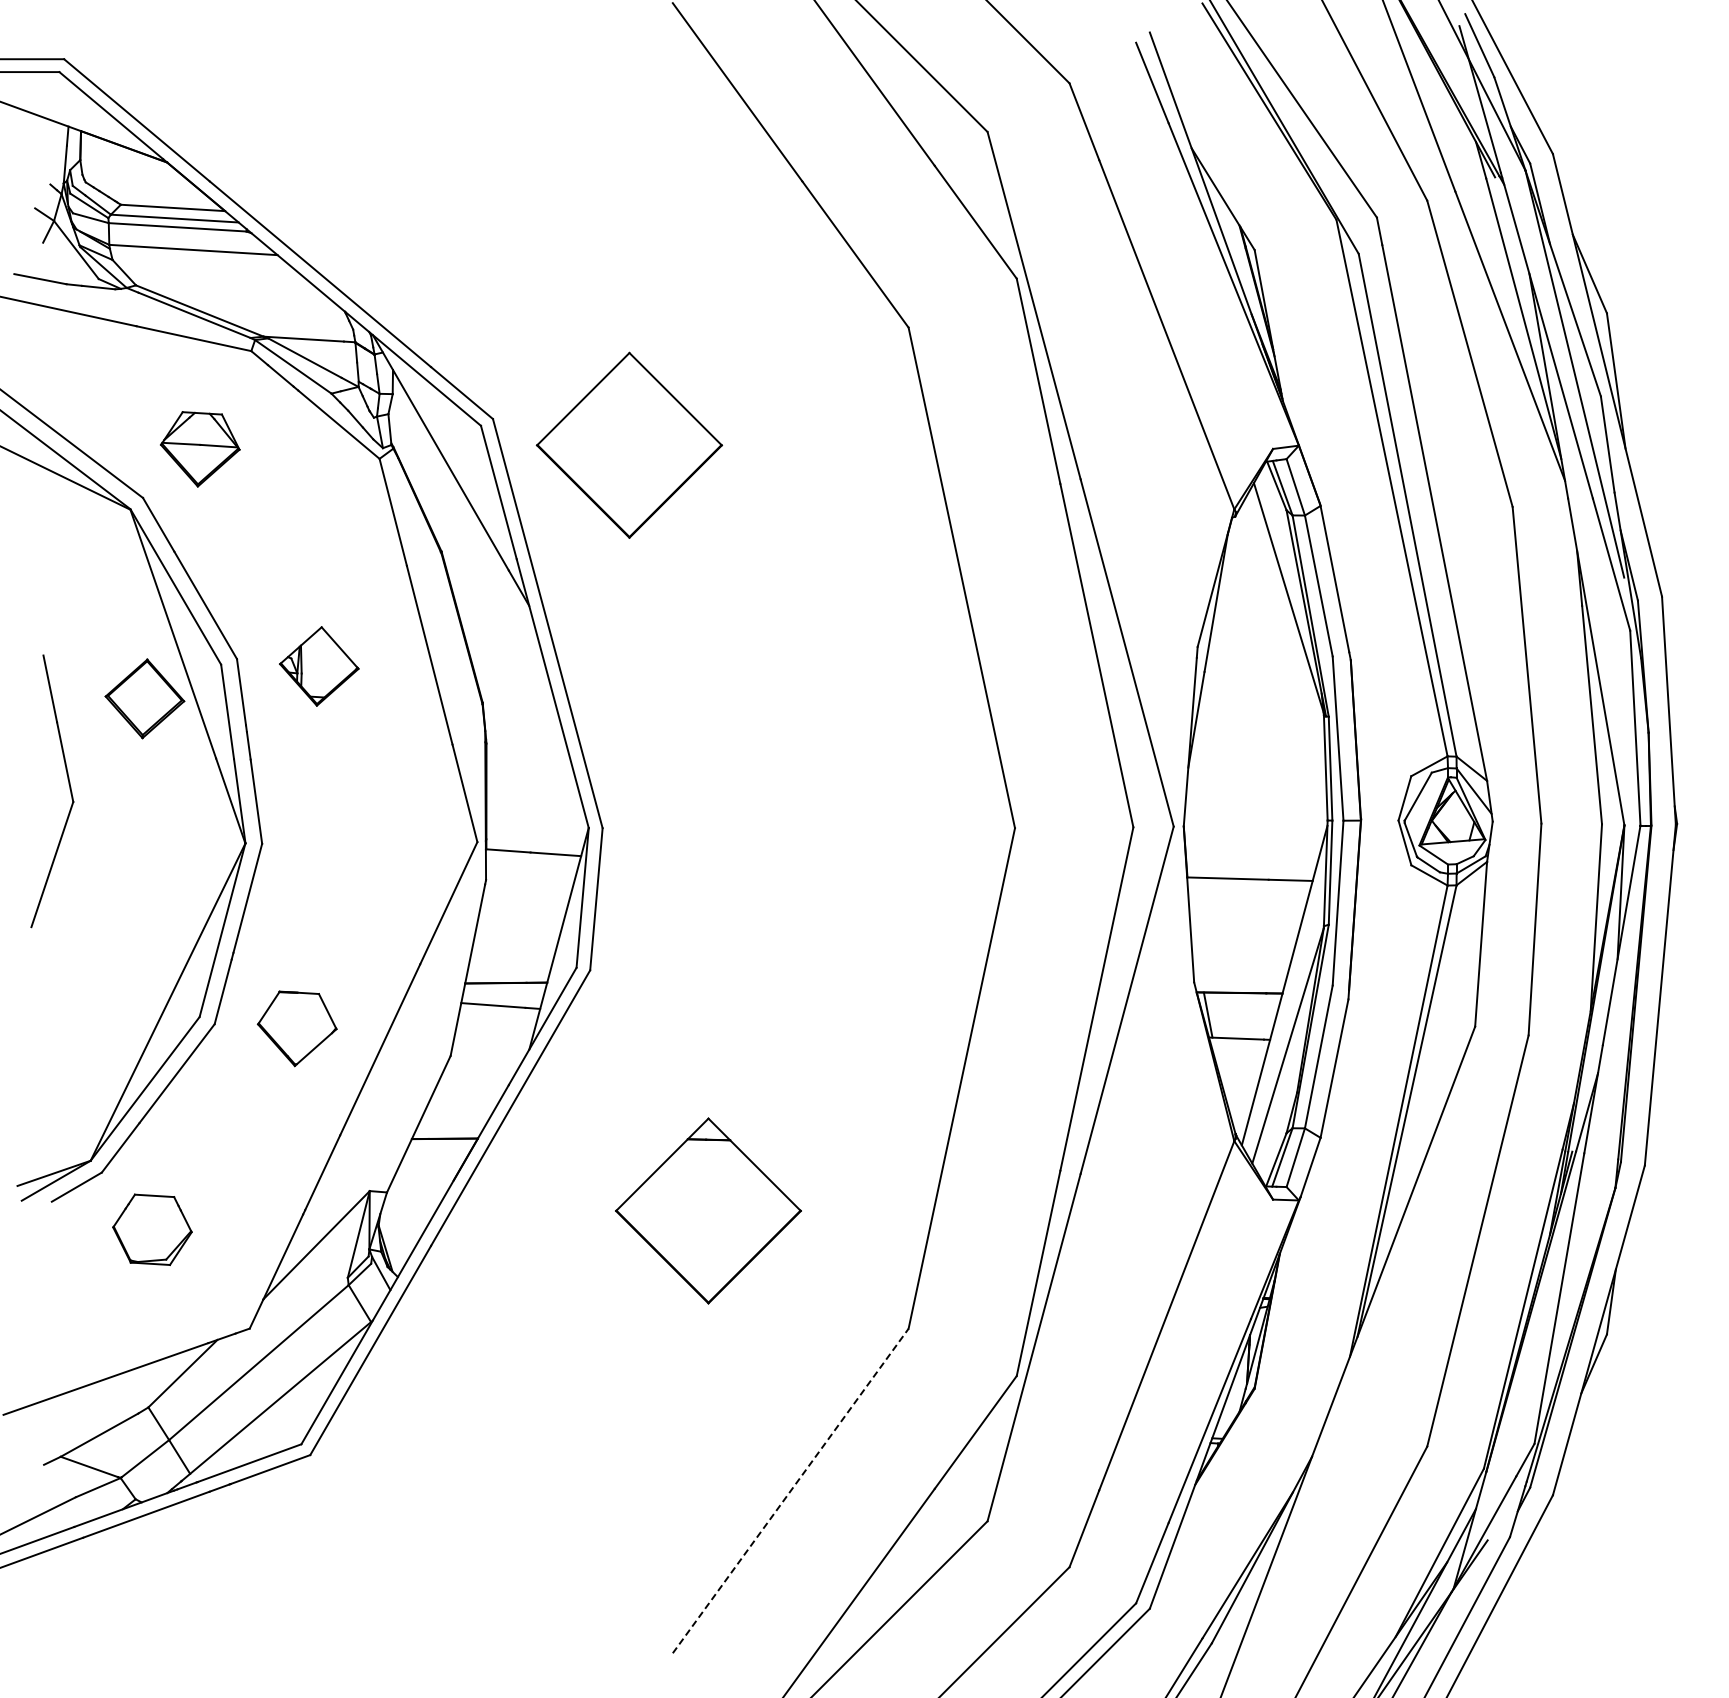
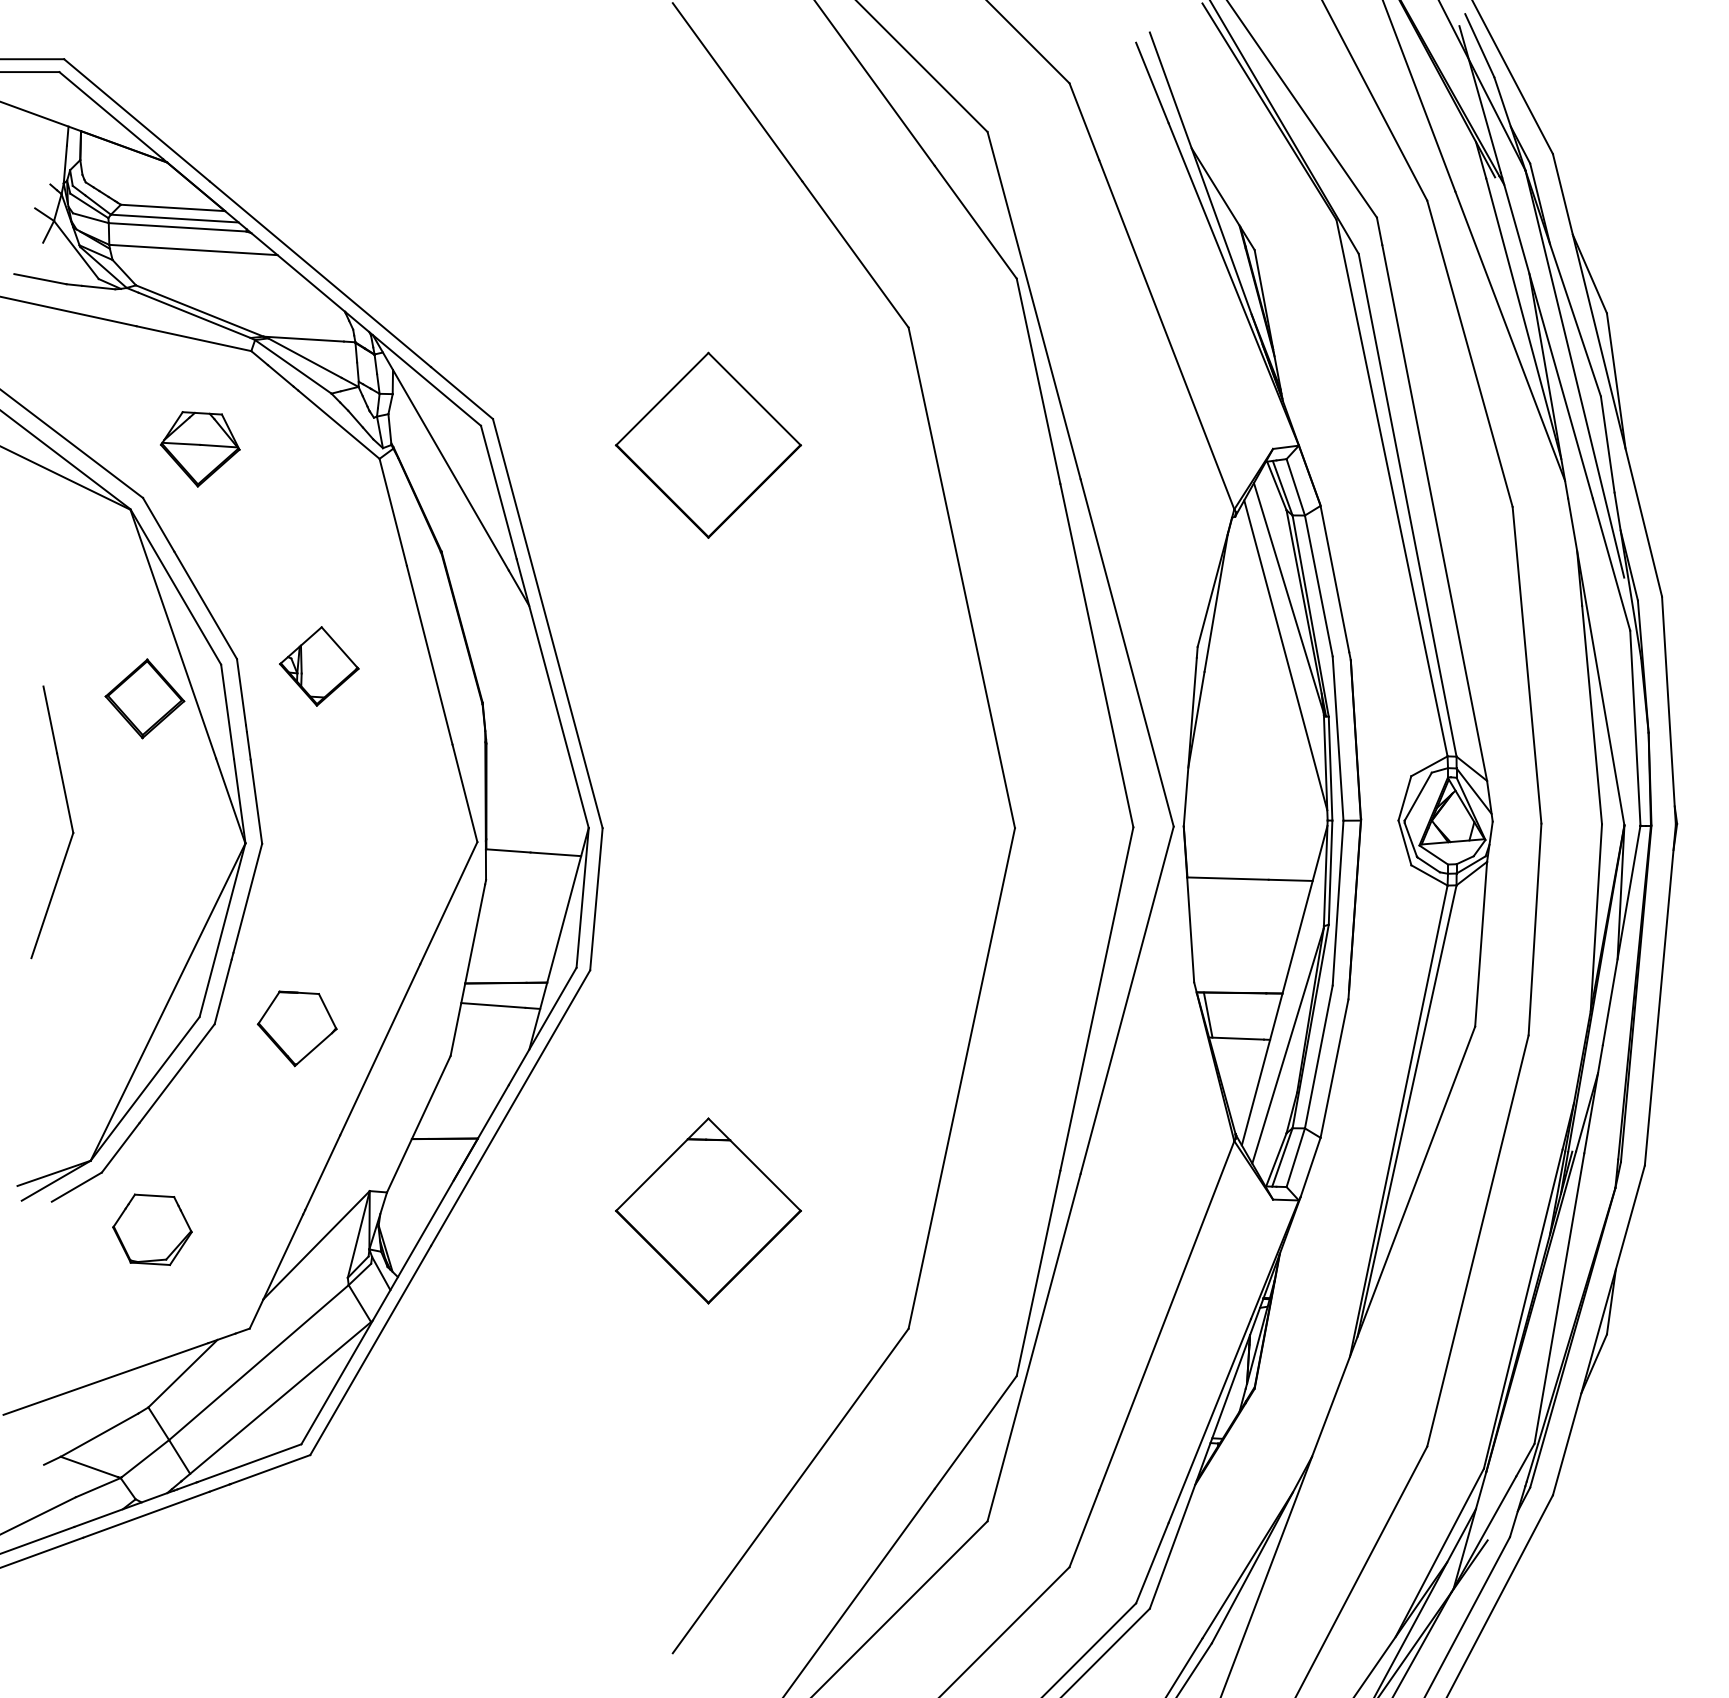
part at (629, 444) position: (629, 444) -> (708, 444)
line at (1285, 655): none -> present
part at (69, 789) position: (69, 789) -> (69, 820)
line at (790, 1491): dashed -> solid
